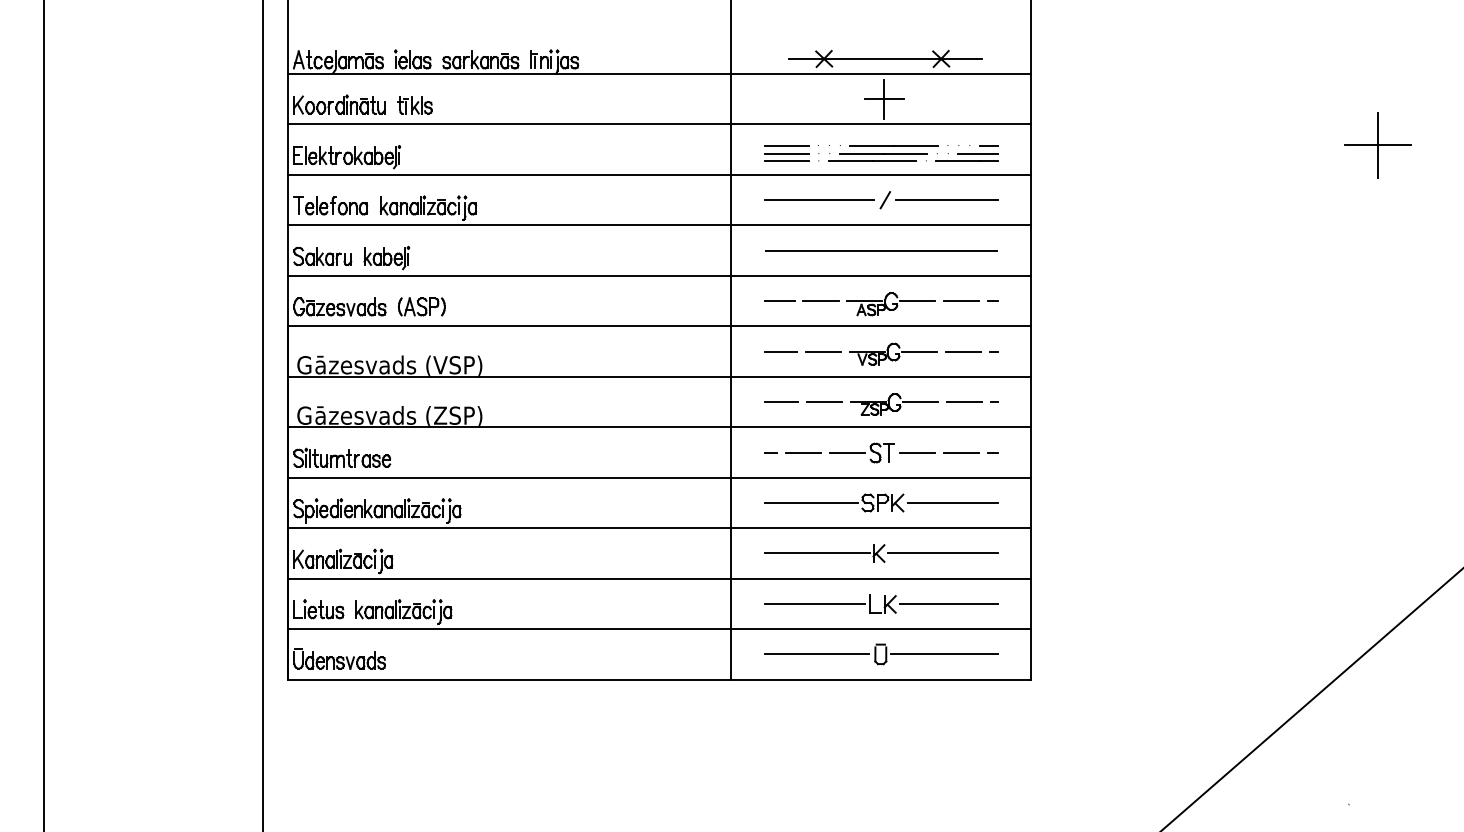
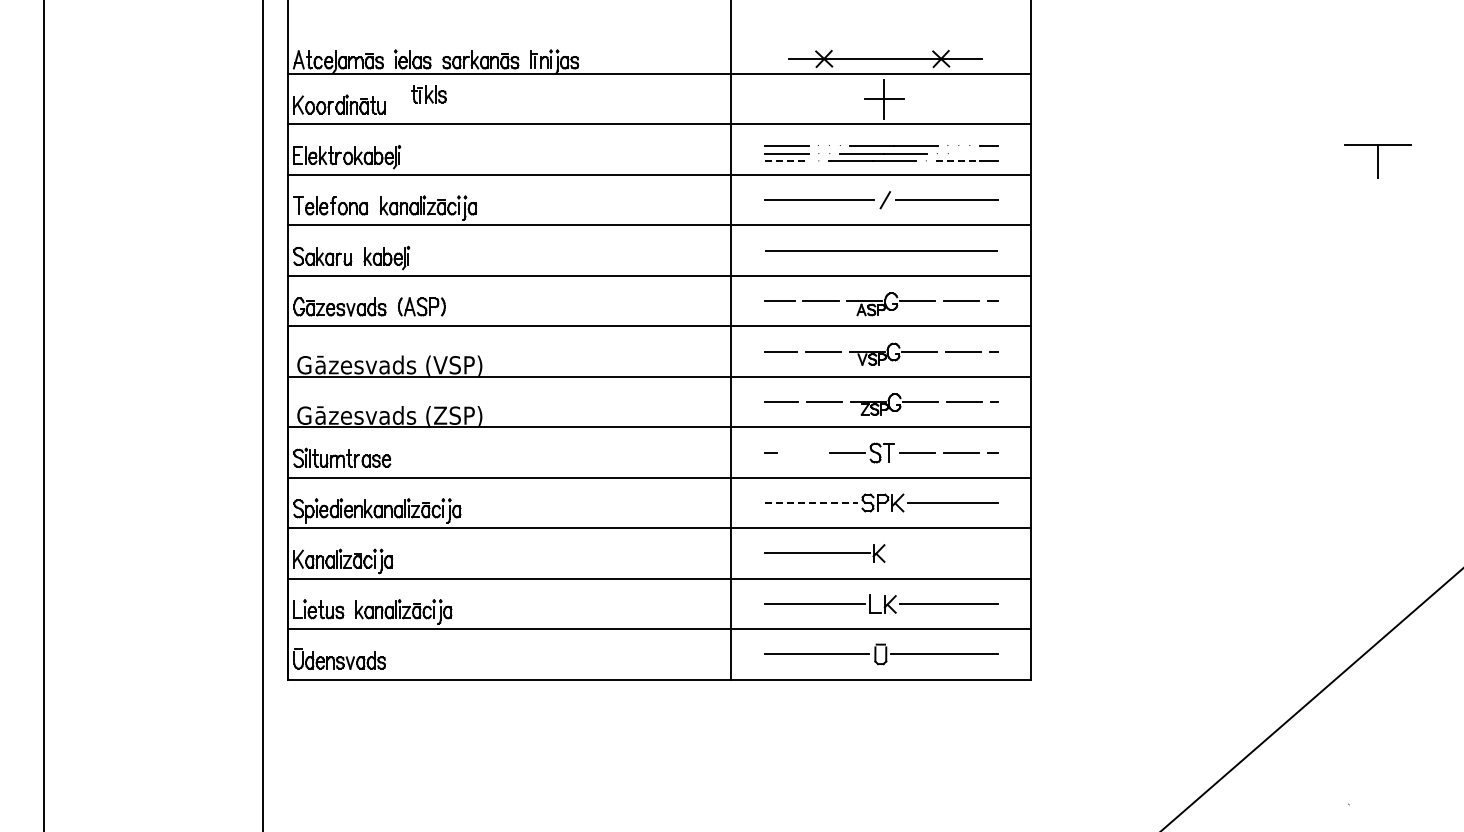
part at (414, 105) position: (414, 105) -> (428, 94)
line at (1378, 128): present -> none
line at (978, 153): present -> none
line at (787, 160): solid -> dashed
line at (958, 160): solid -> dashed
line at (803, 452): present -> none
line at (811, 503): solid -> dashed
line at (942, 553): present -> none
